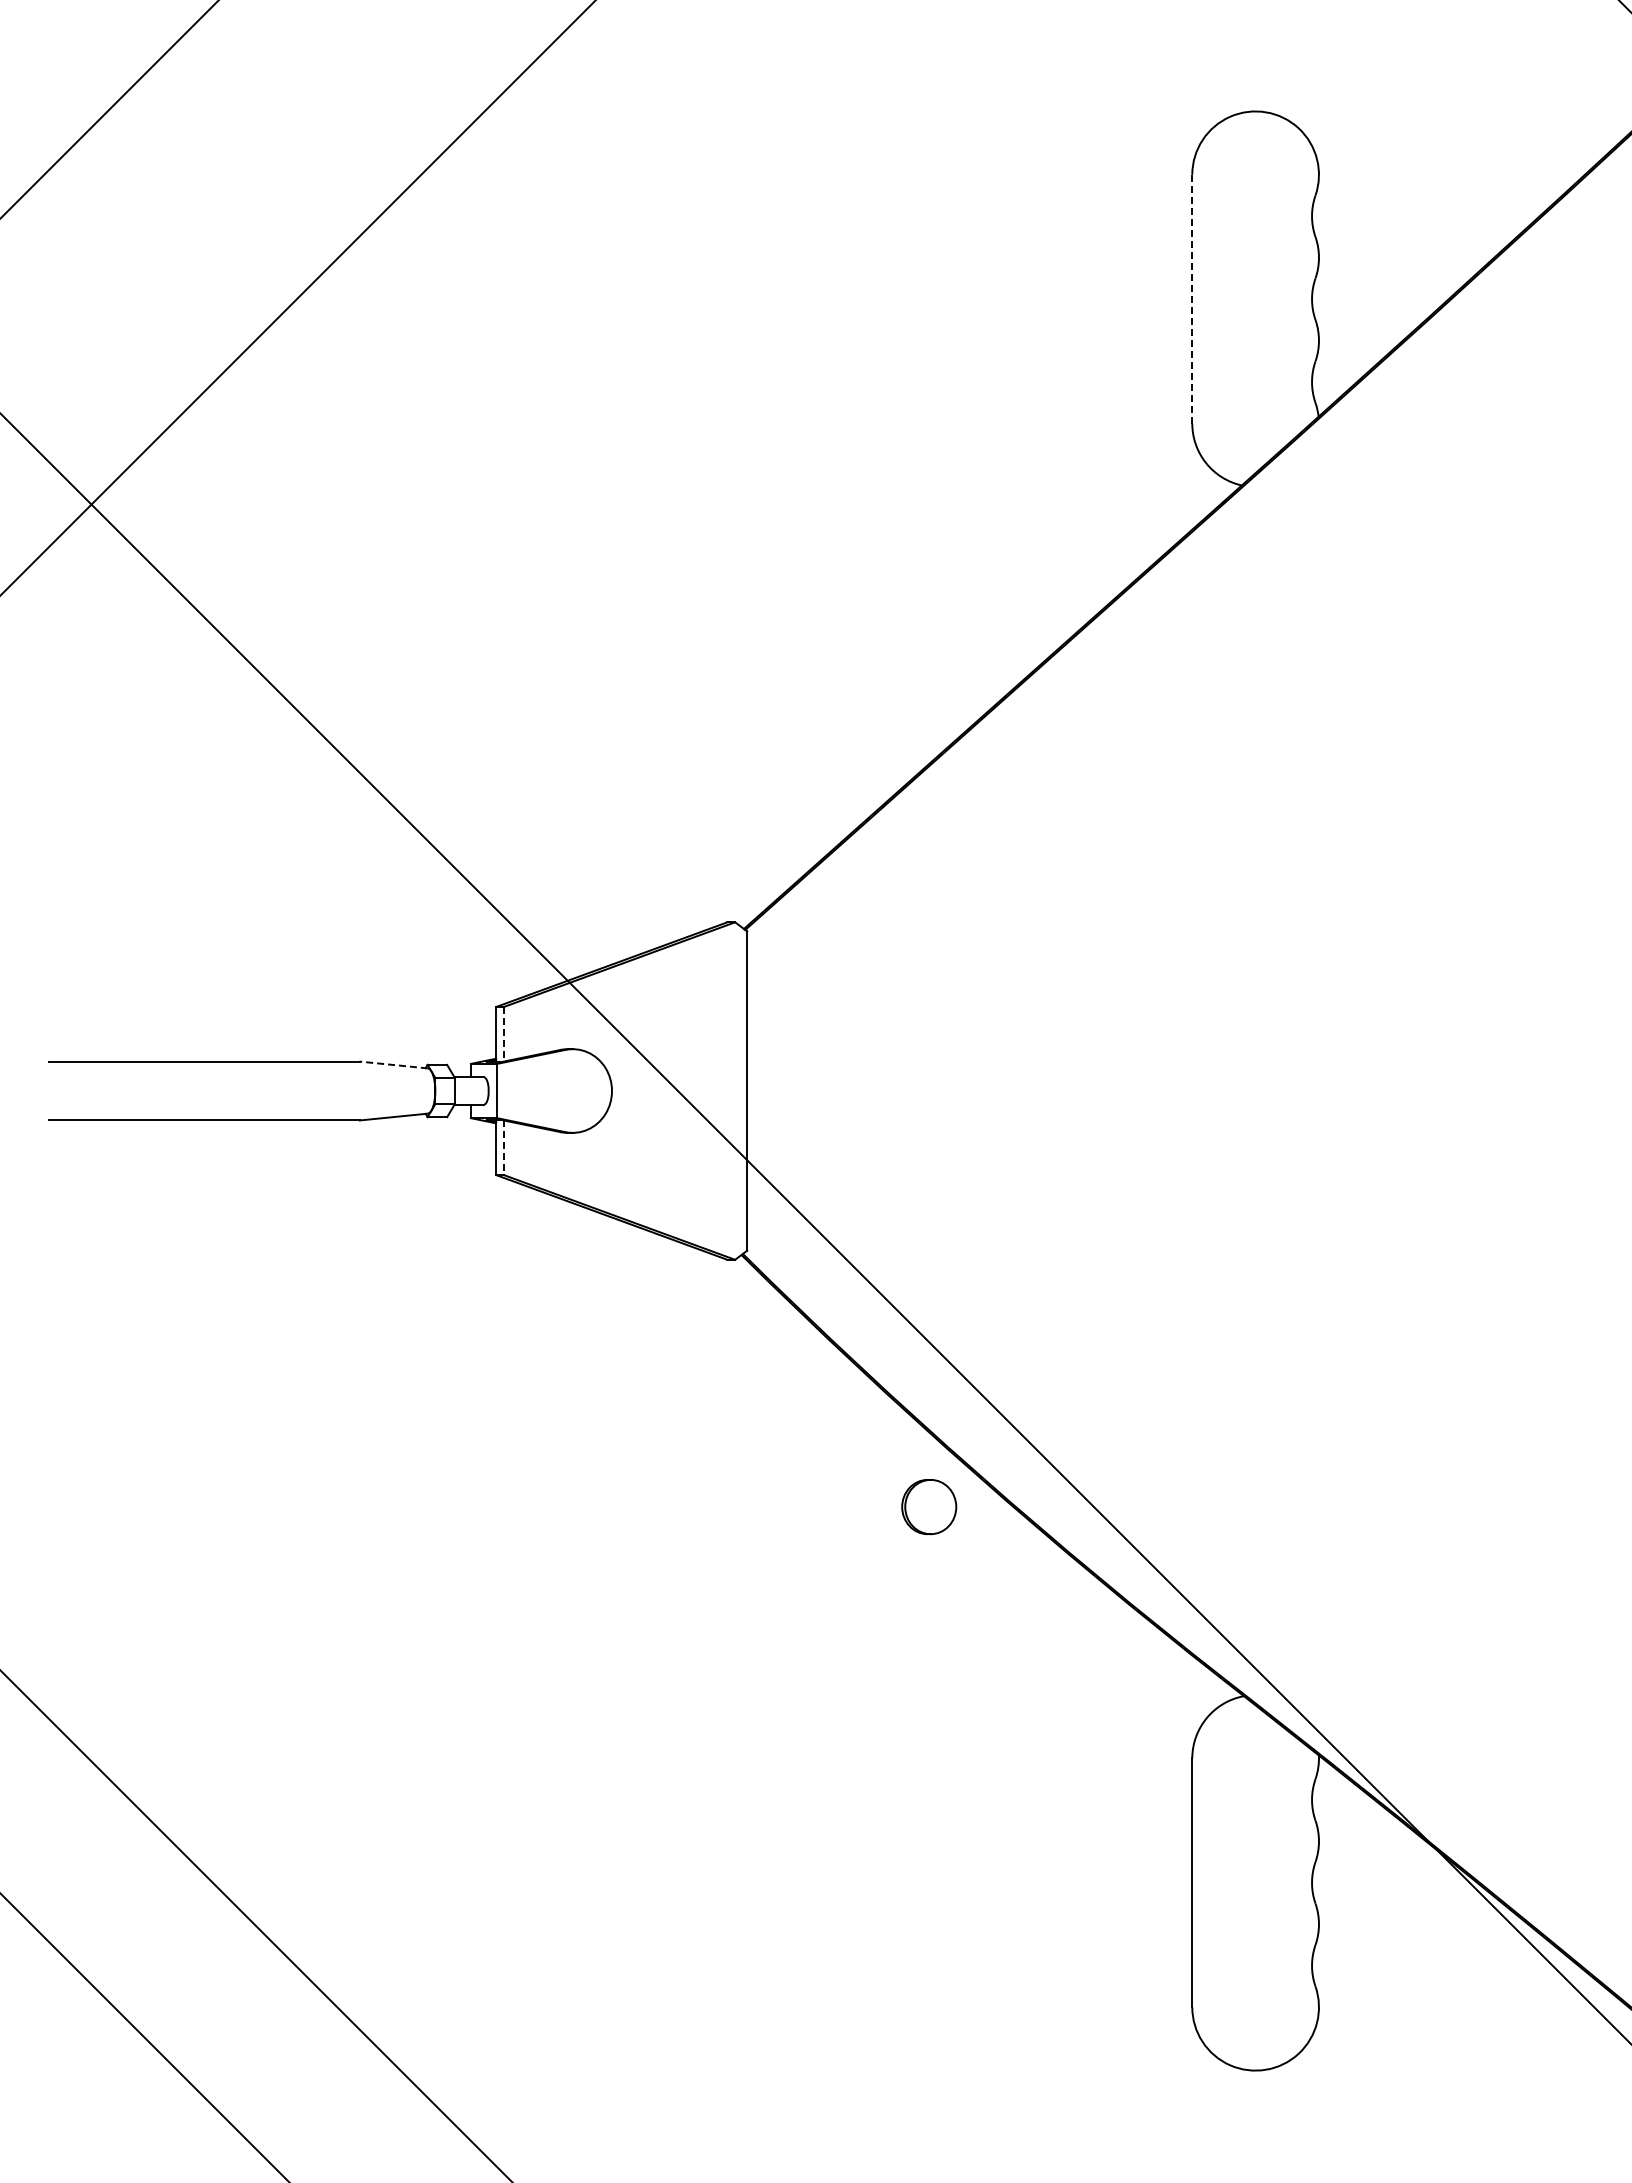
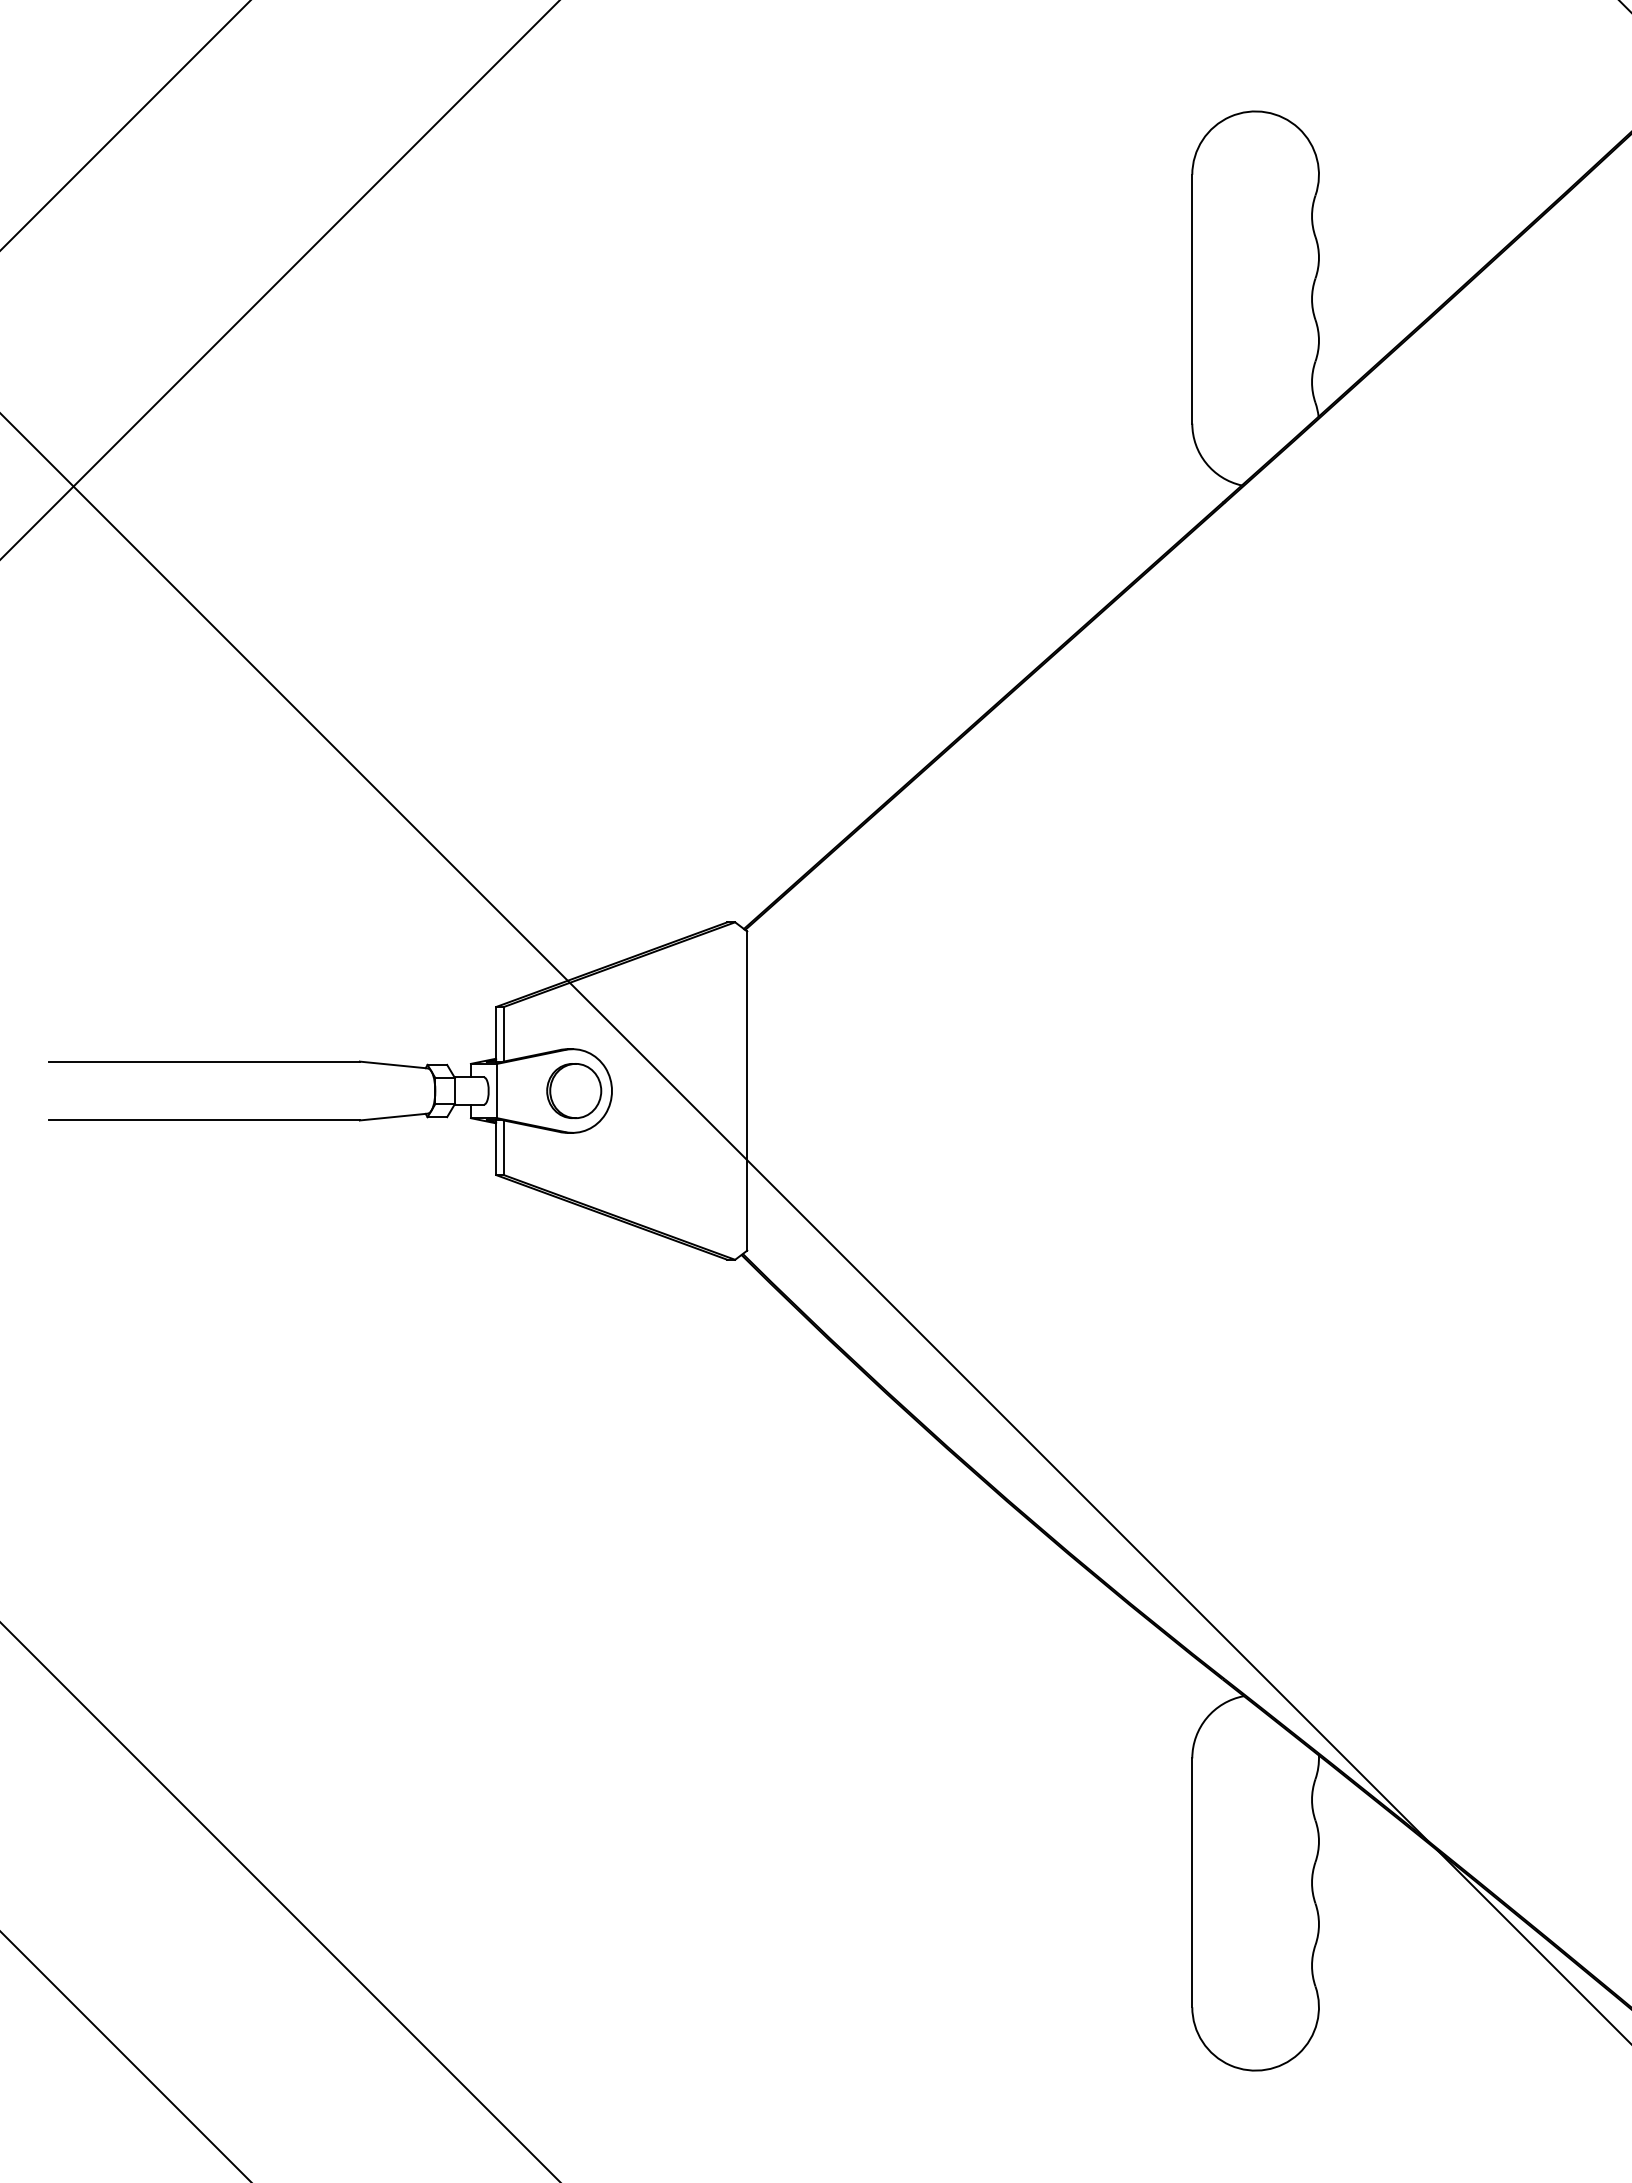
line at (109, 109) position: (109, 109) -> (125, 125)
line at (297, 297) position: (297, 297) -> (279, 279)
line at (1192, 299): dashed -> solid
line at (503, 1034): dashed -> solid
line at (393, 1064): dashed -> solid
line at (503, 1148): dashed -> solid
part at (929, 1507) position: (929, 1507) -> (574, 1091)
line at (255, 1925) position: (255, 1925) -> (279, 1901)
line at (144, 2037) position: (144, 2037) -> (125, 2056)
